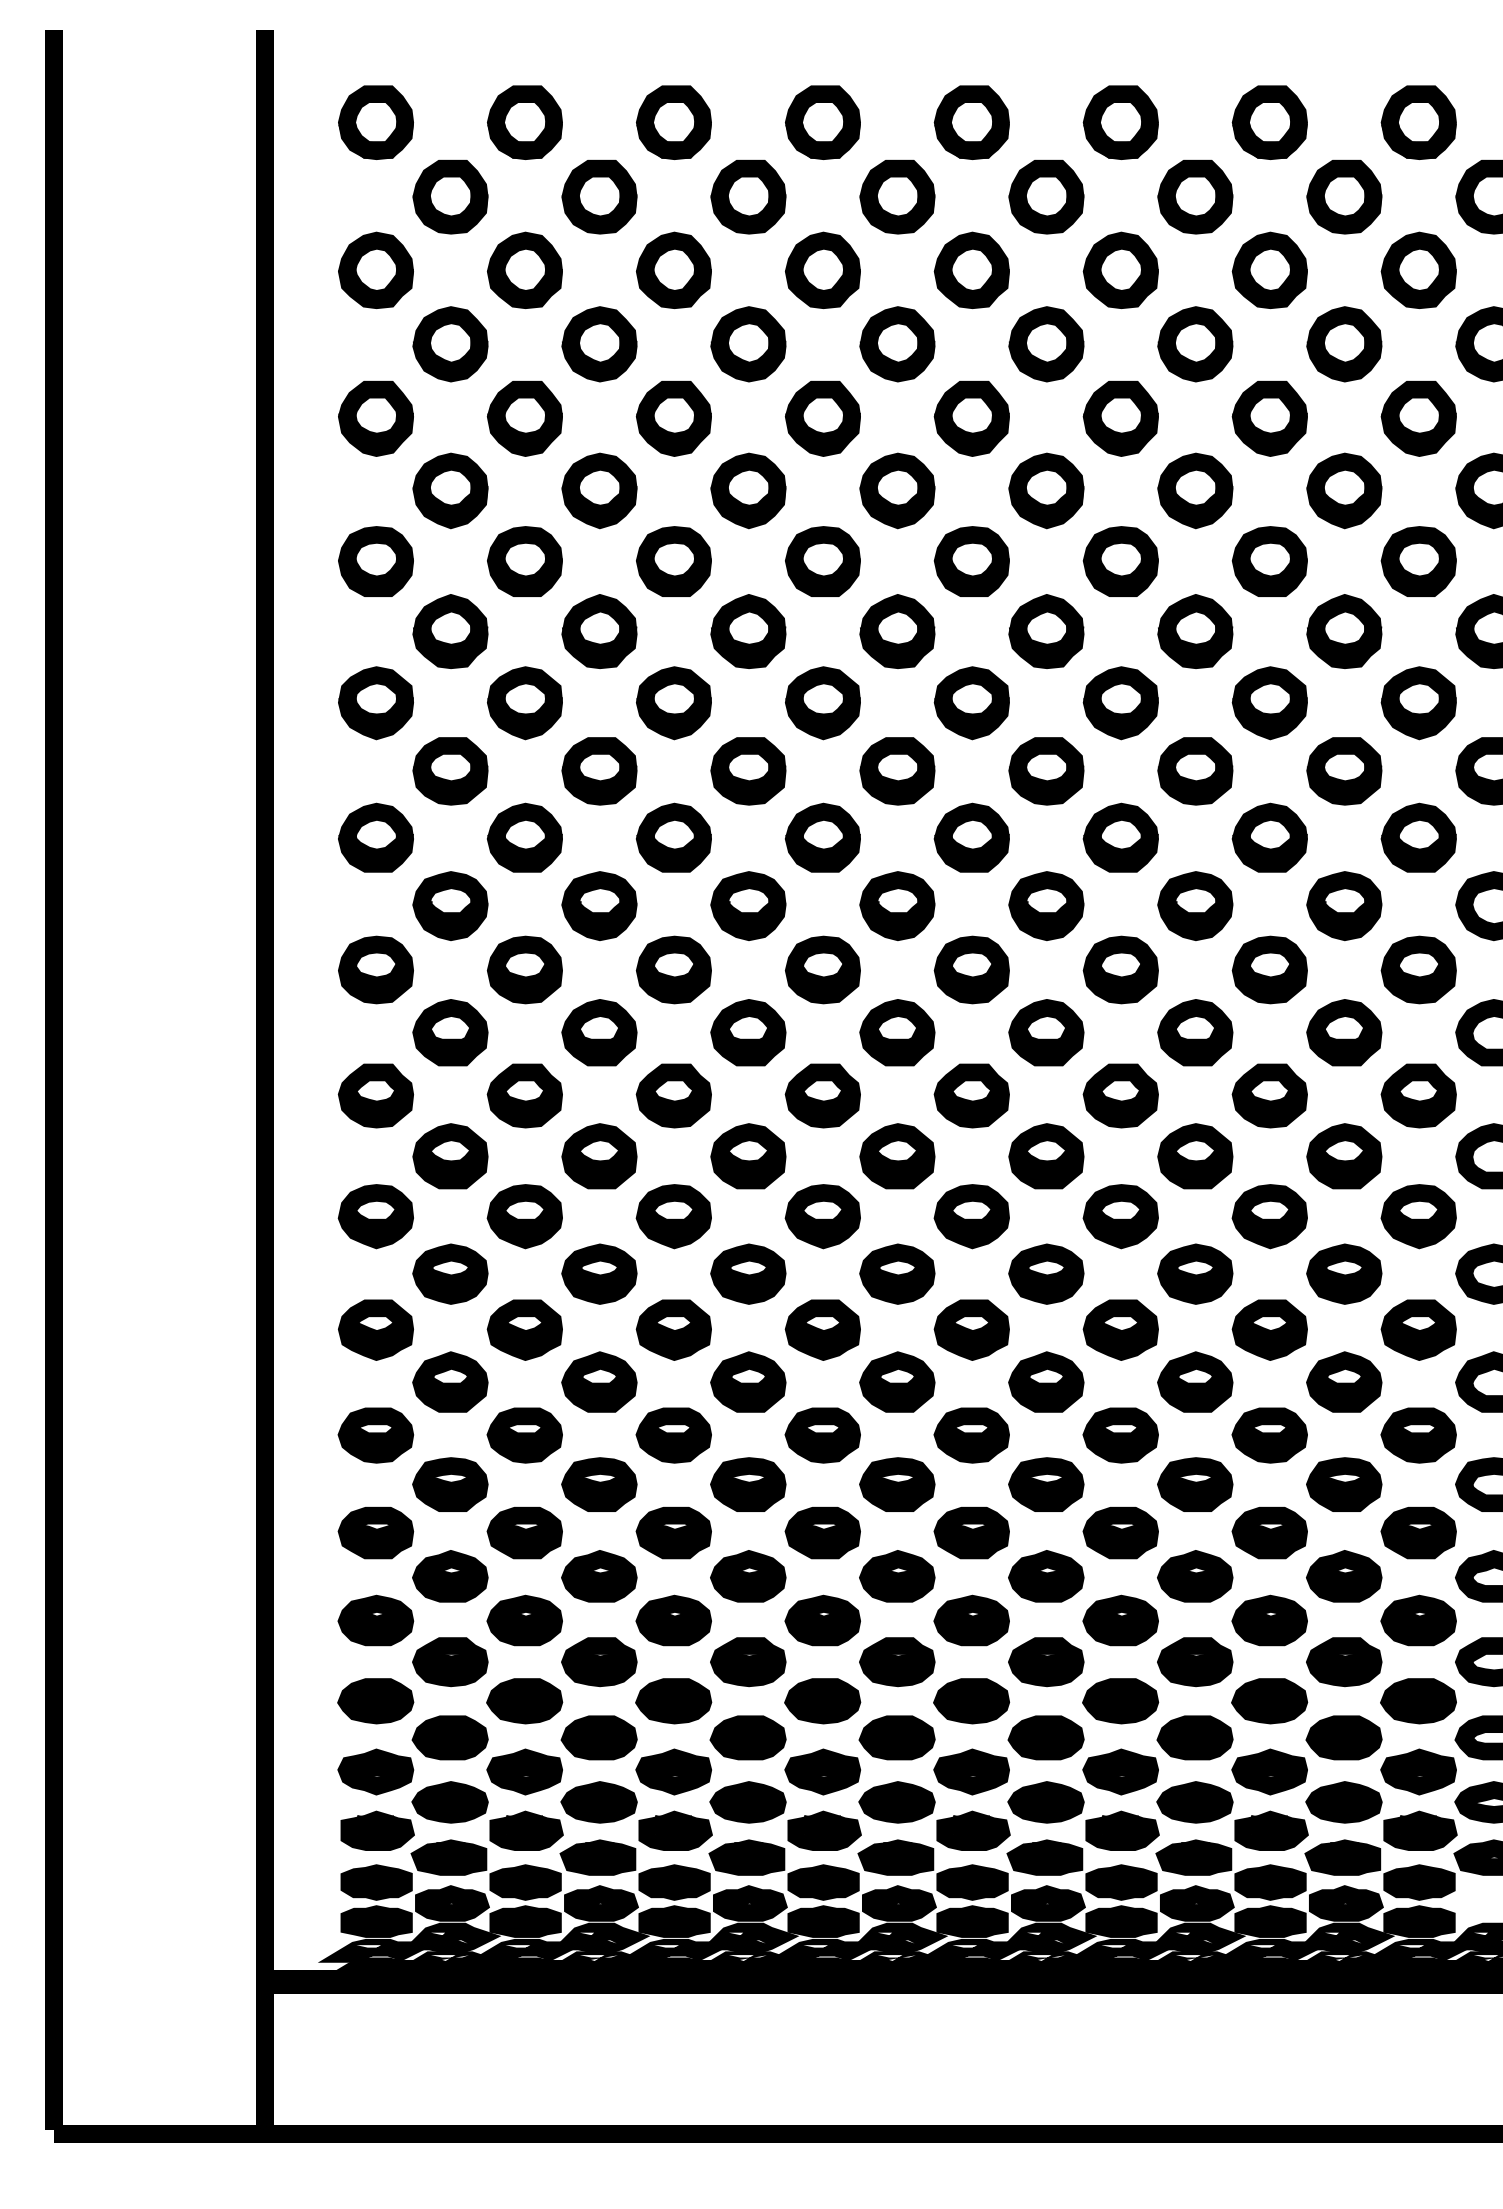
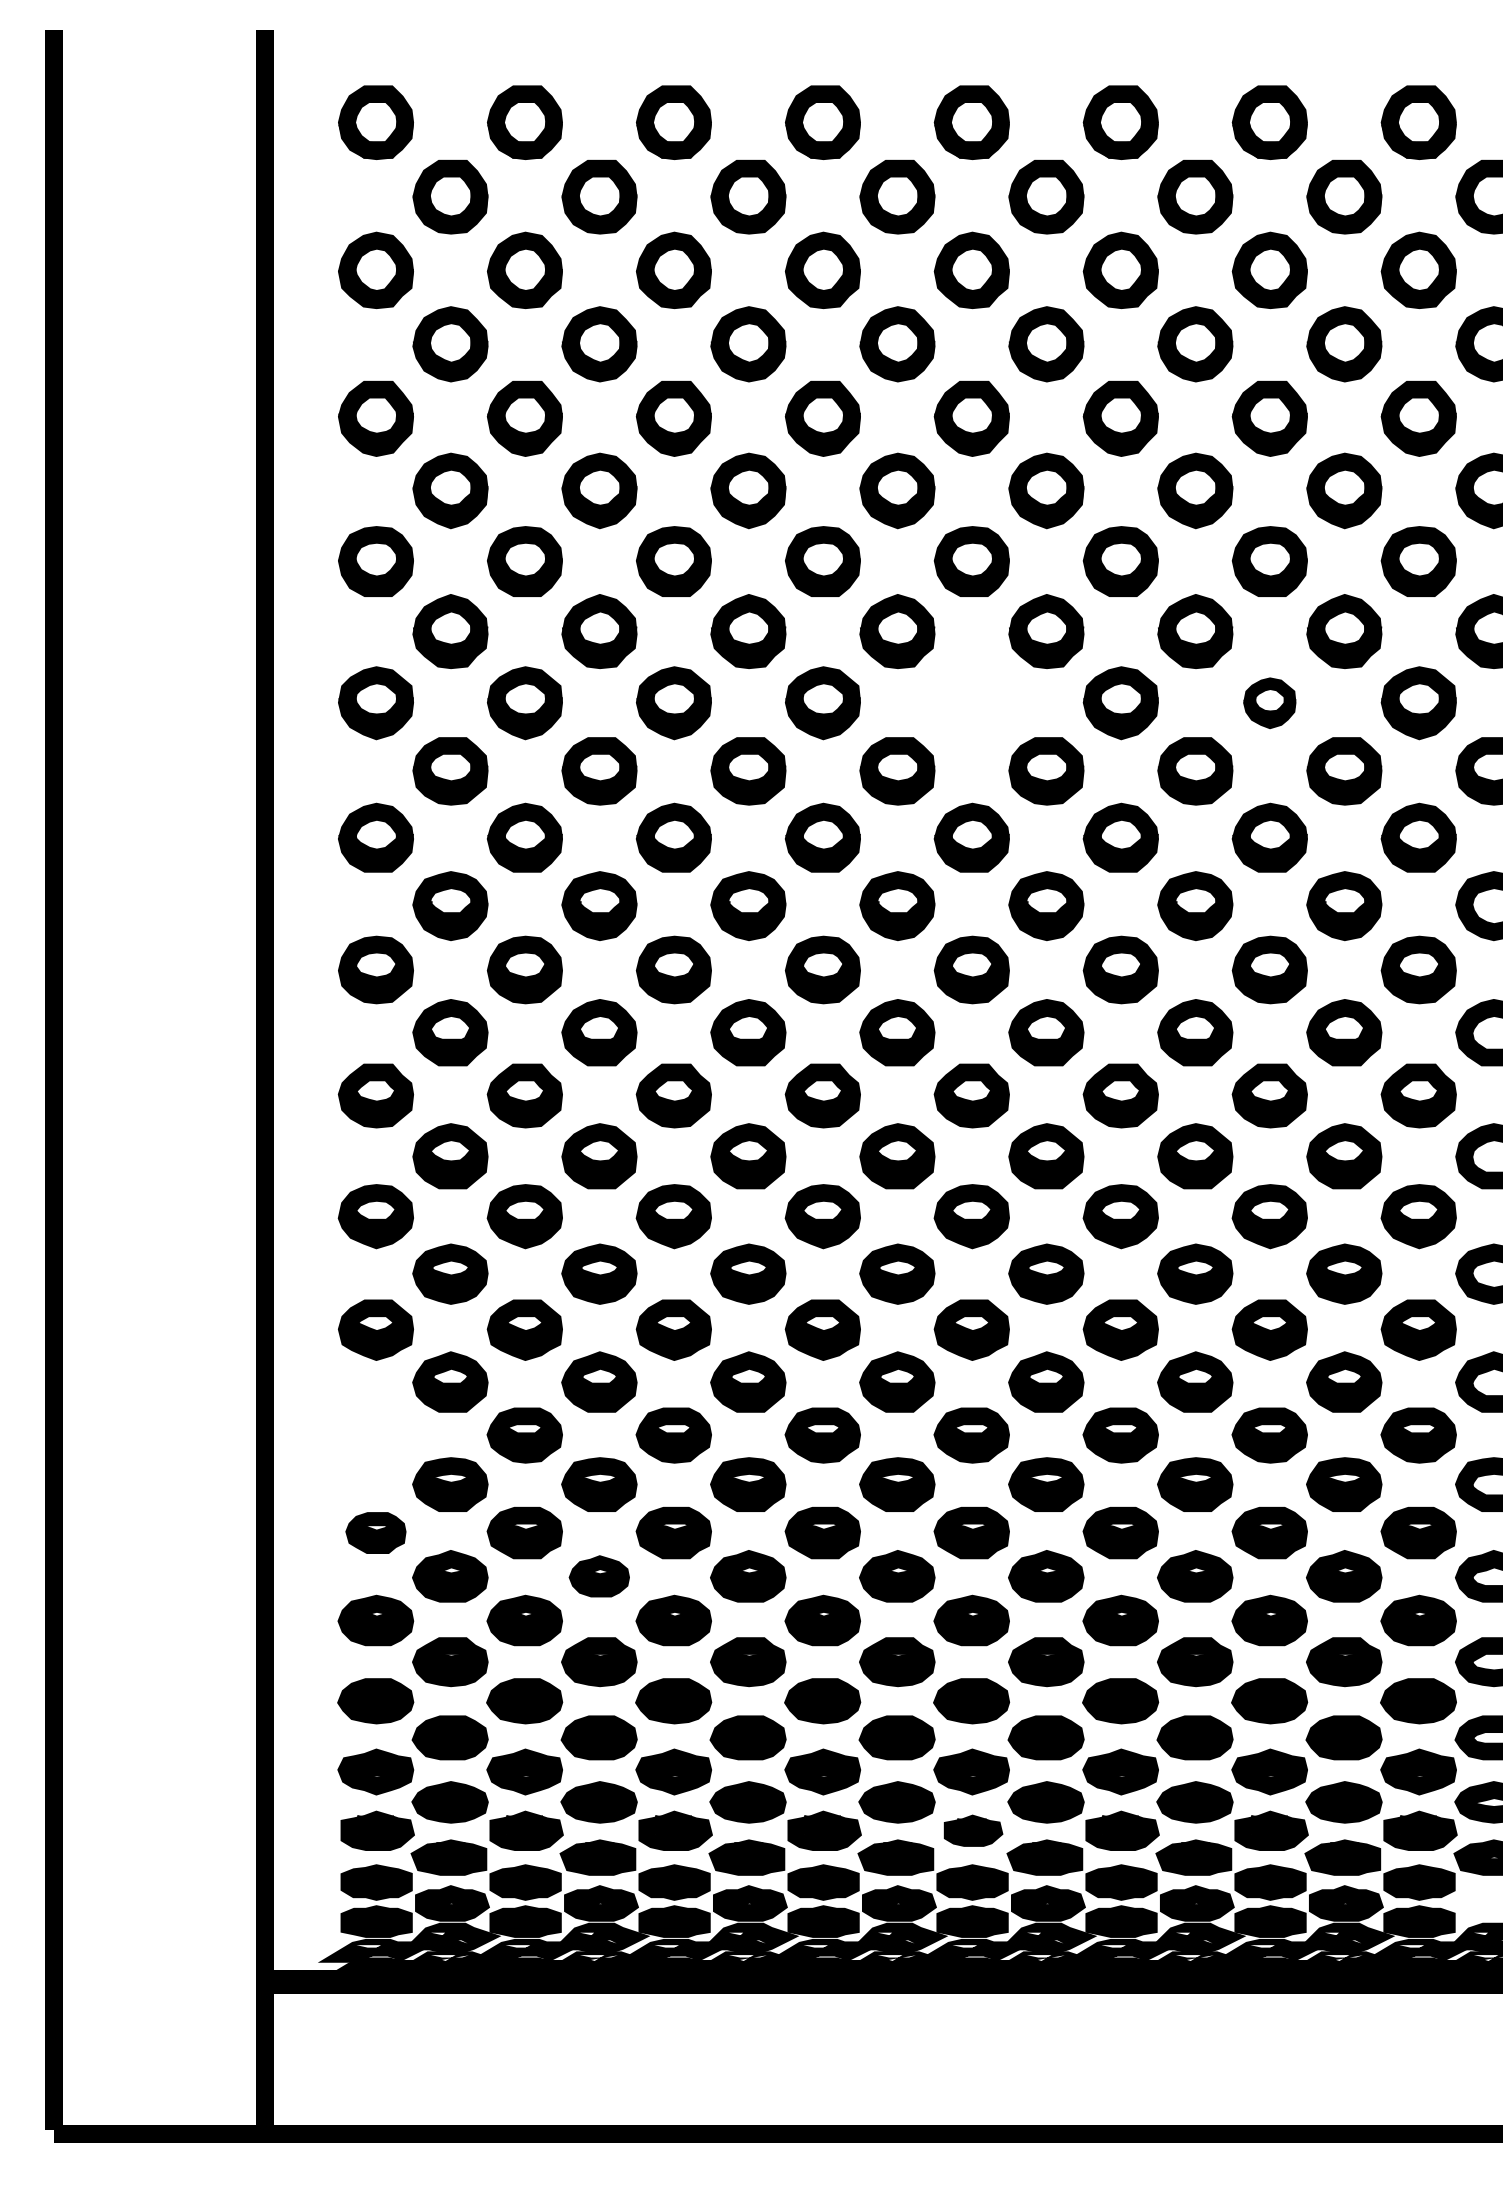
part at (971, 703): present -> none
part at (1269, 703) size: 77x75 px -> 54x53 px
part at (375, 1435): present -> none
part at (375, 1532) size: 78x54 px -> 62x42 px
part at (599, 1576) size: 77x53 px -> 62x43 px
part at (973, 1830) size: 75x41 px -> 61x33 px
